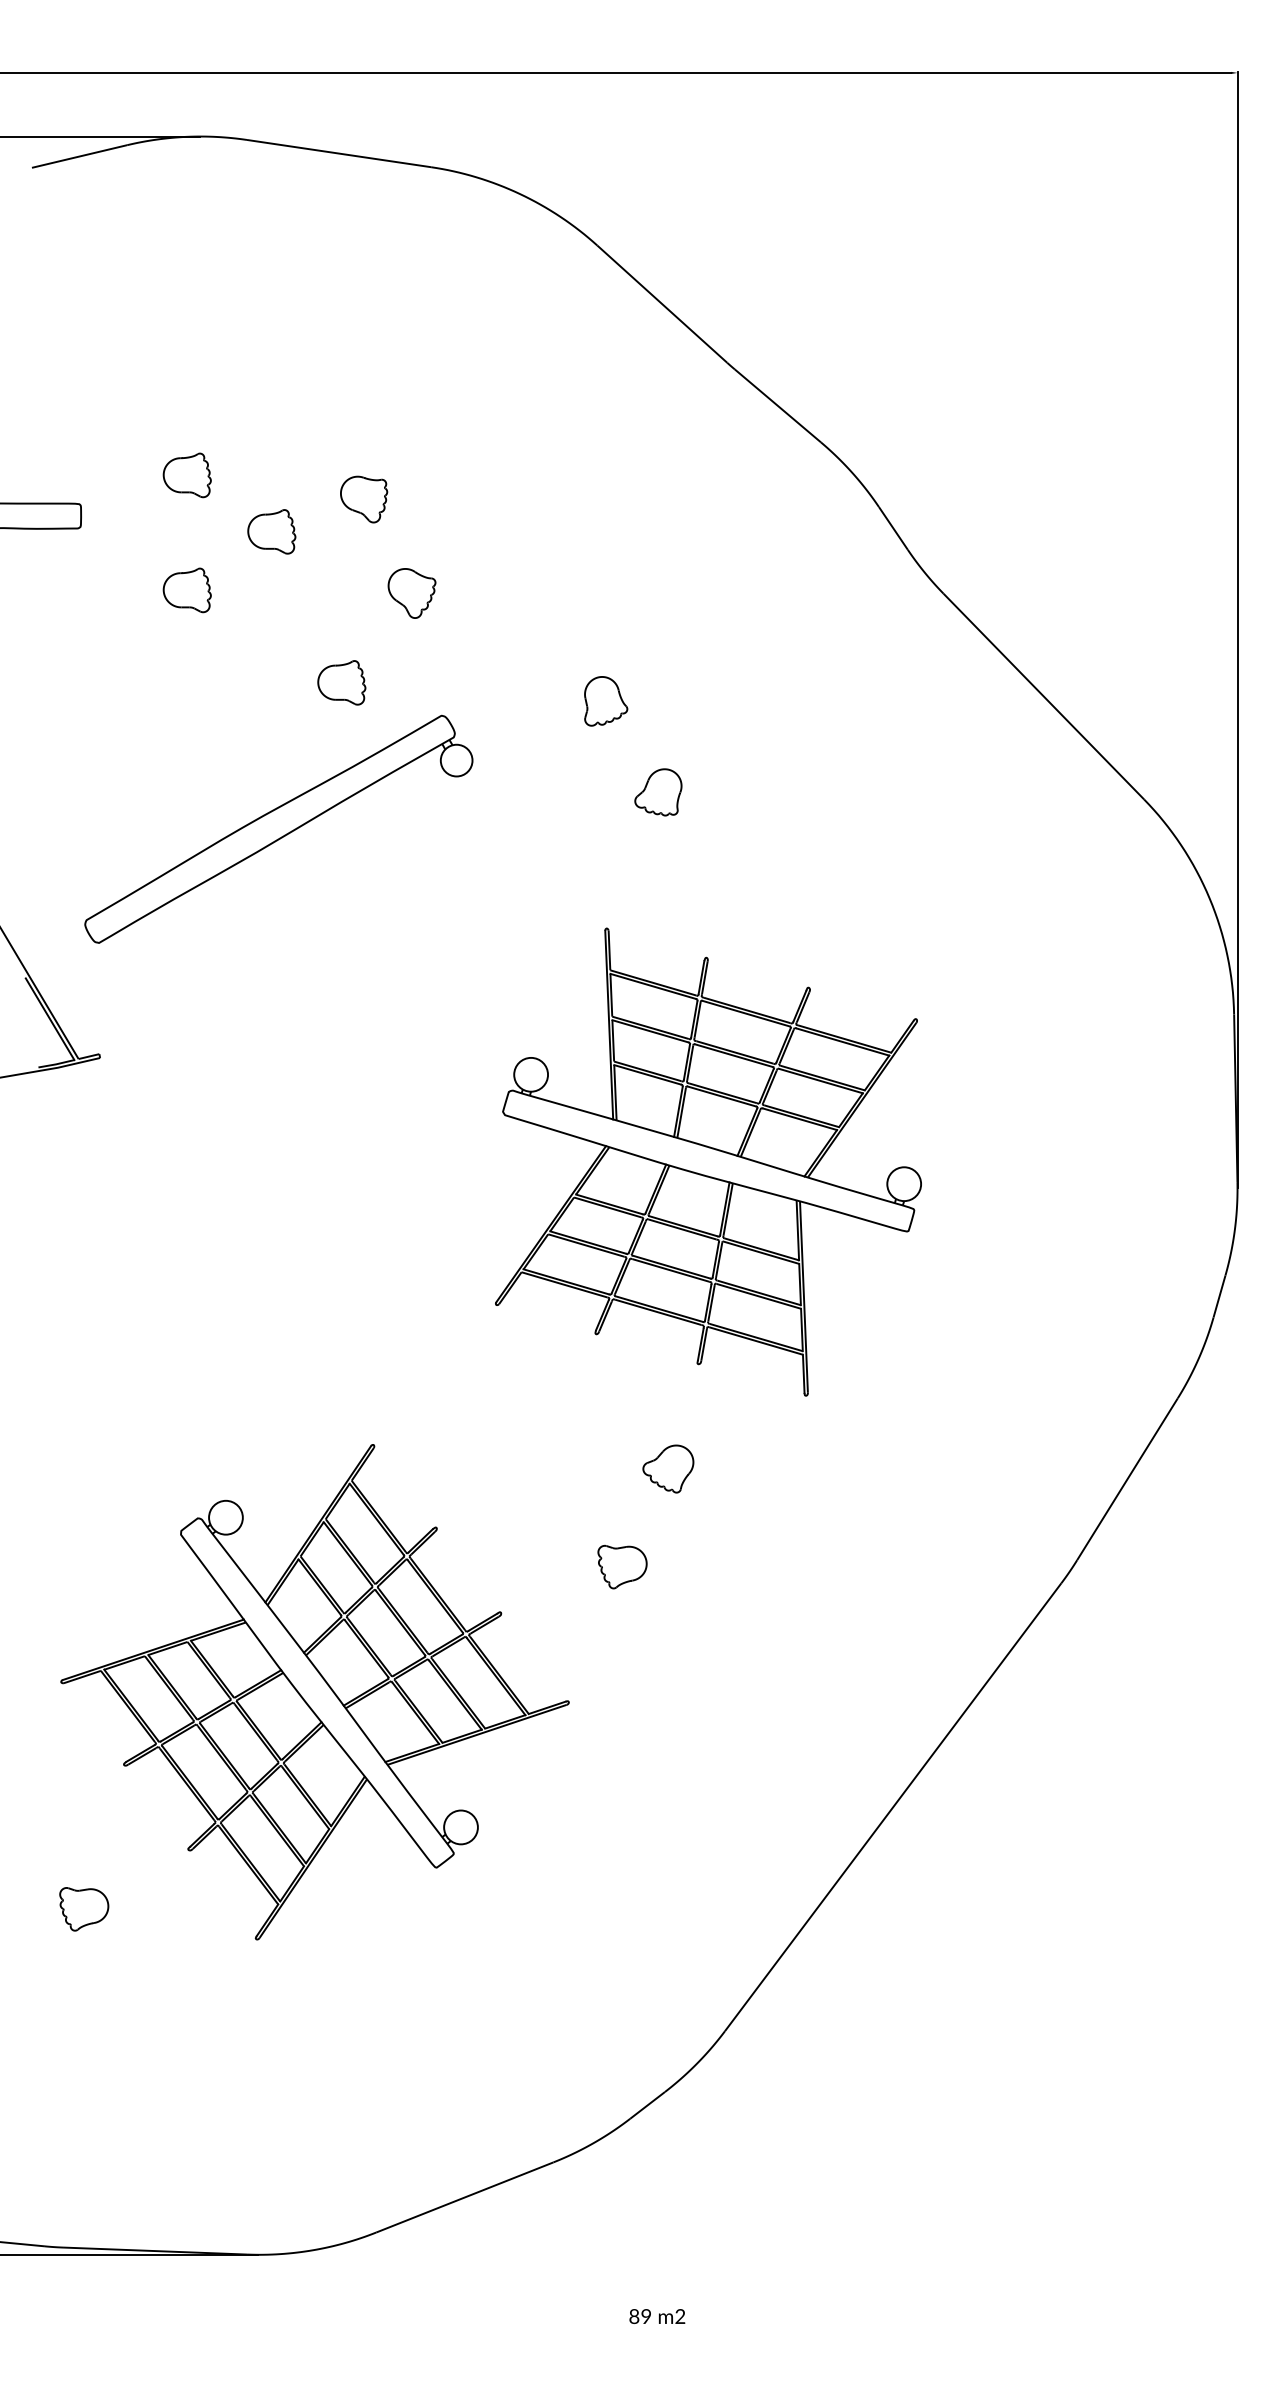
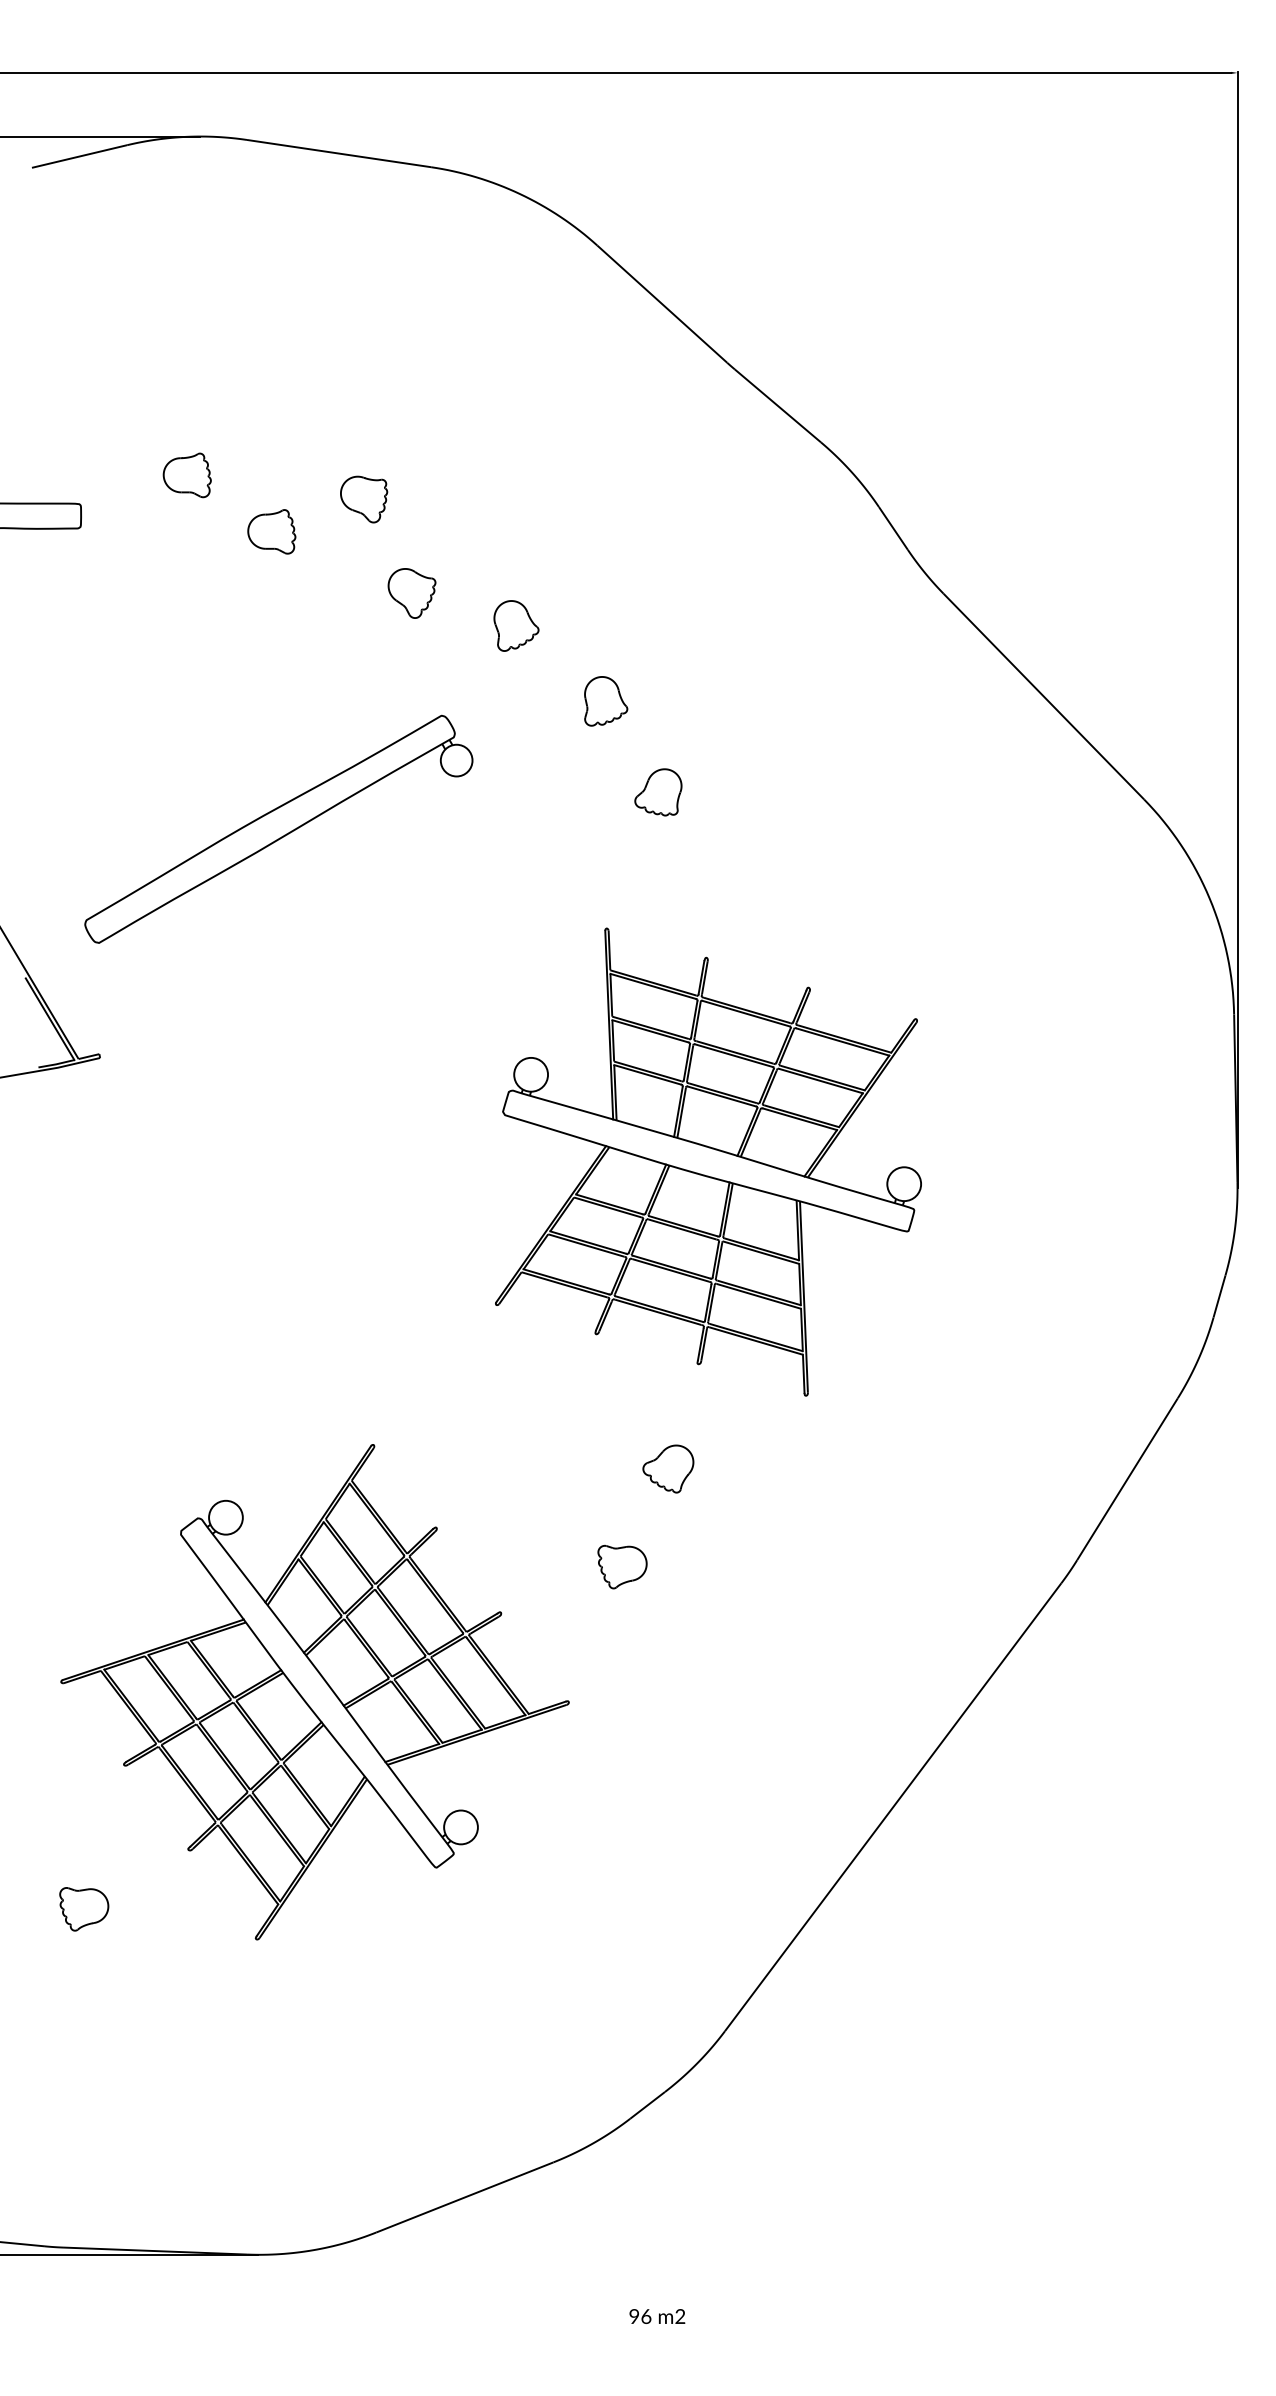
part at (186, 590): present -> none
part at (516, 625): none -> present
part at (341, 682): present -> none
text at (640, 2316): 89 -> 96
